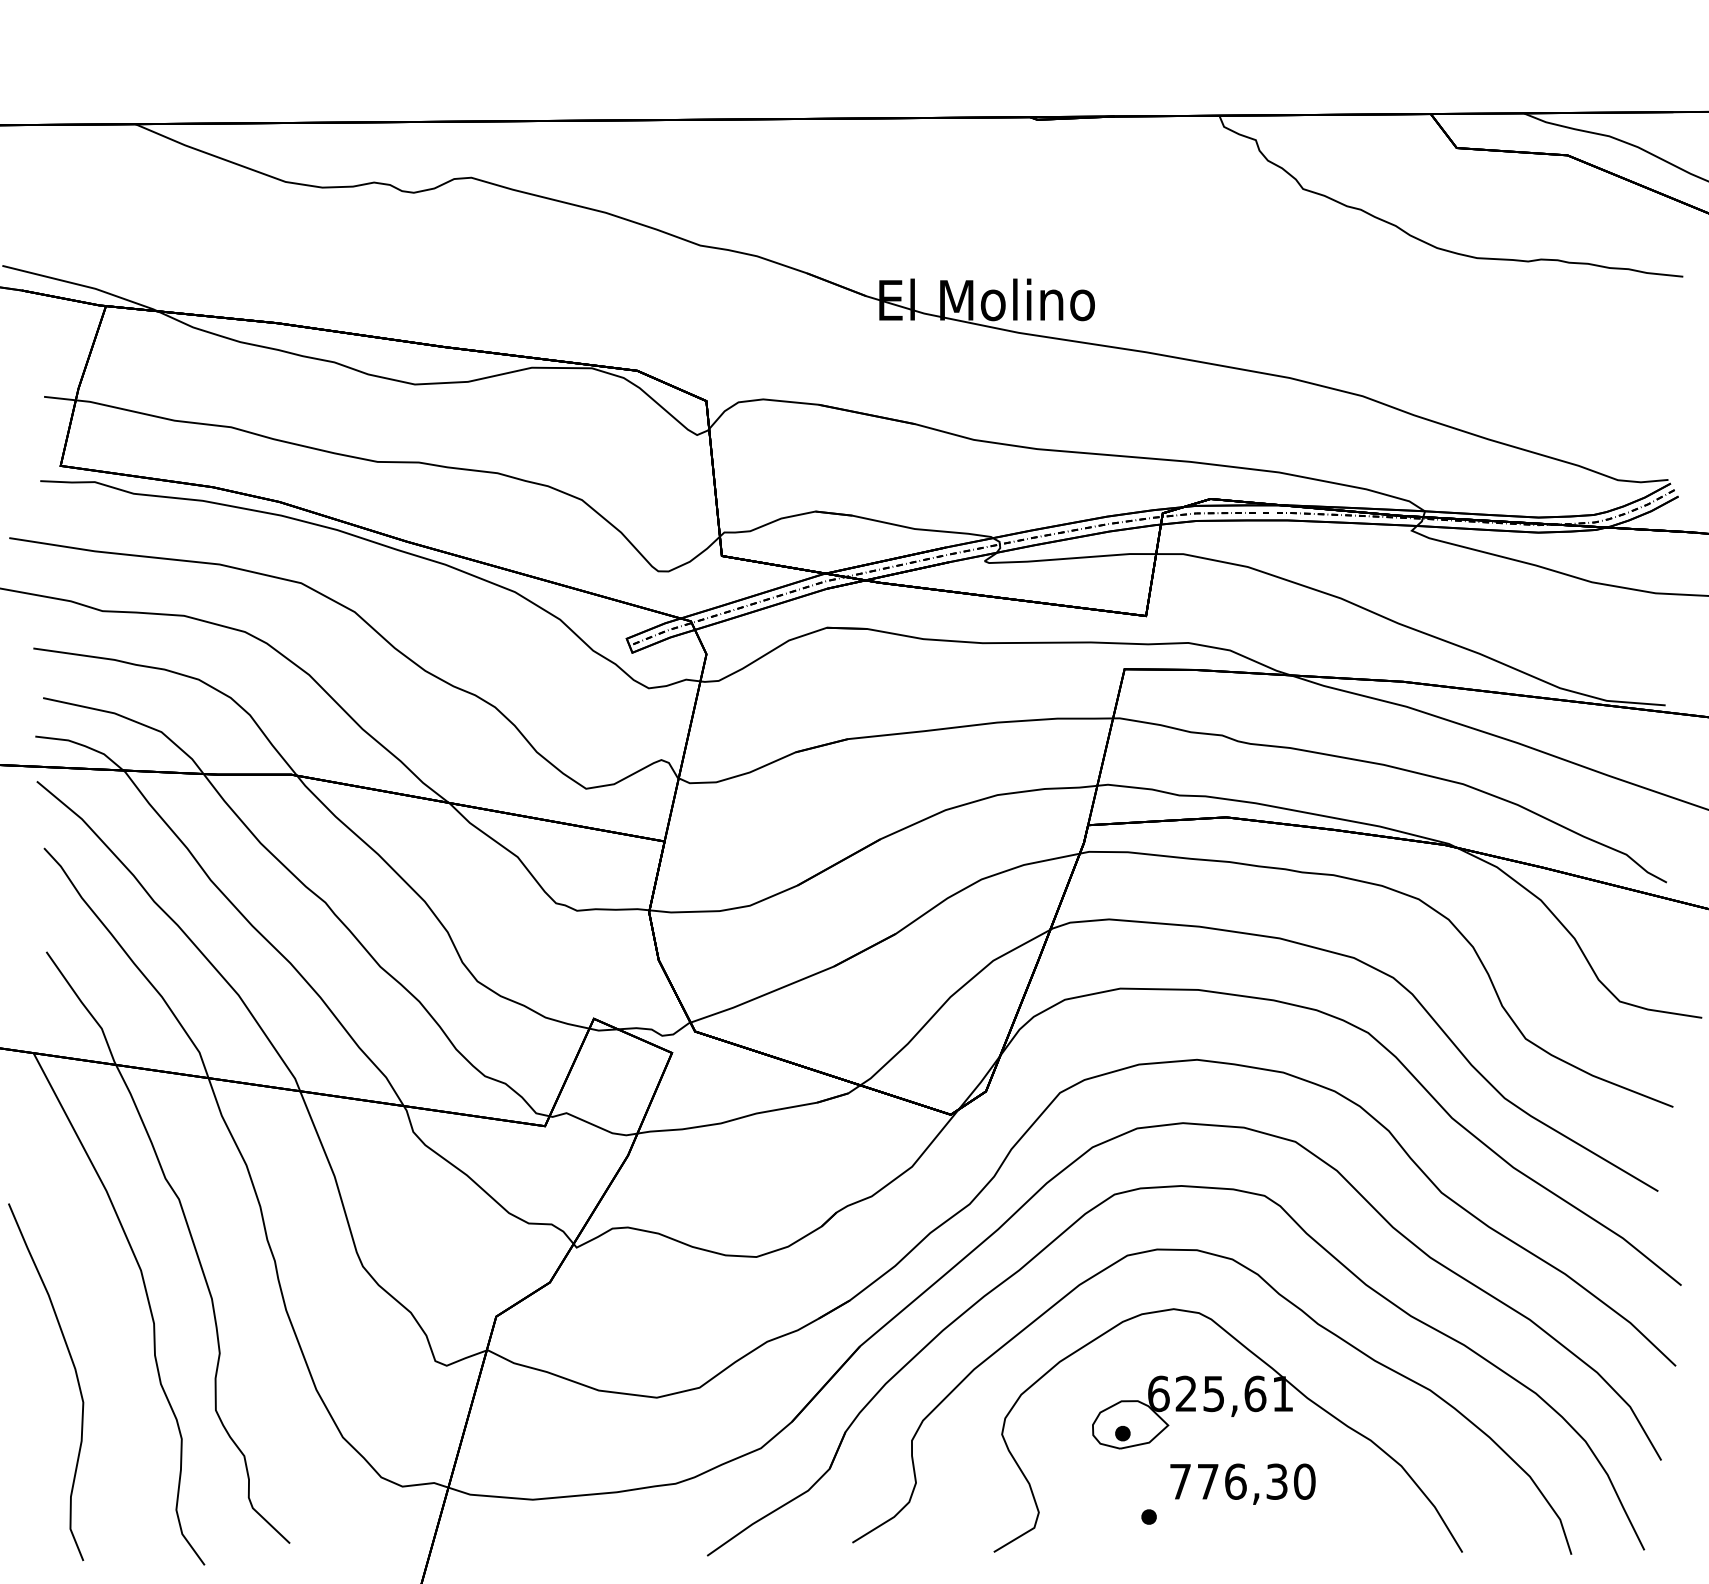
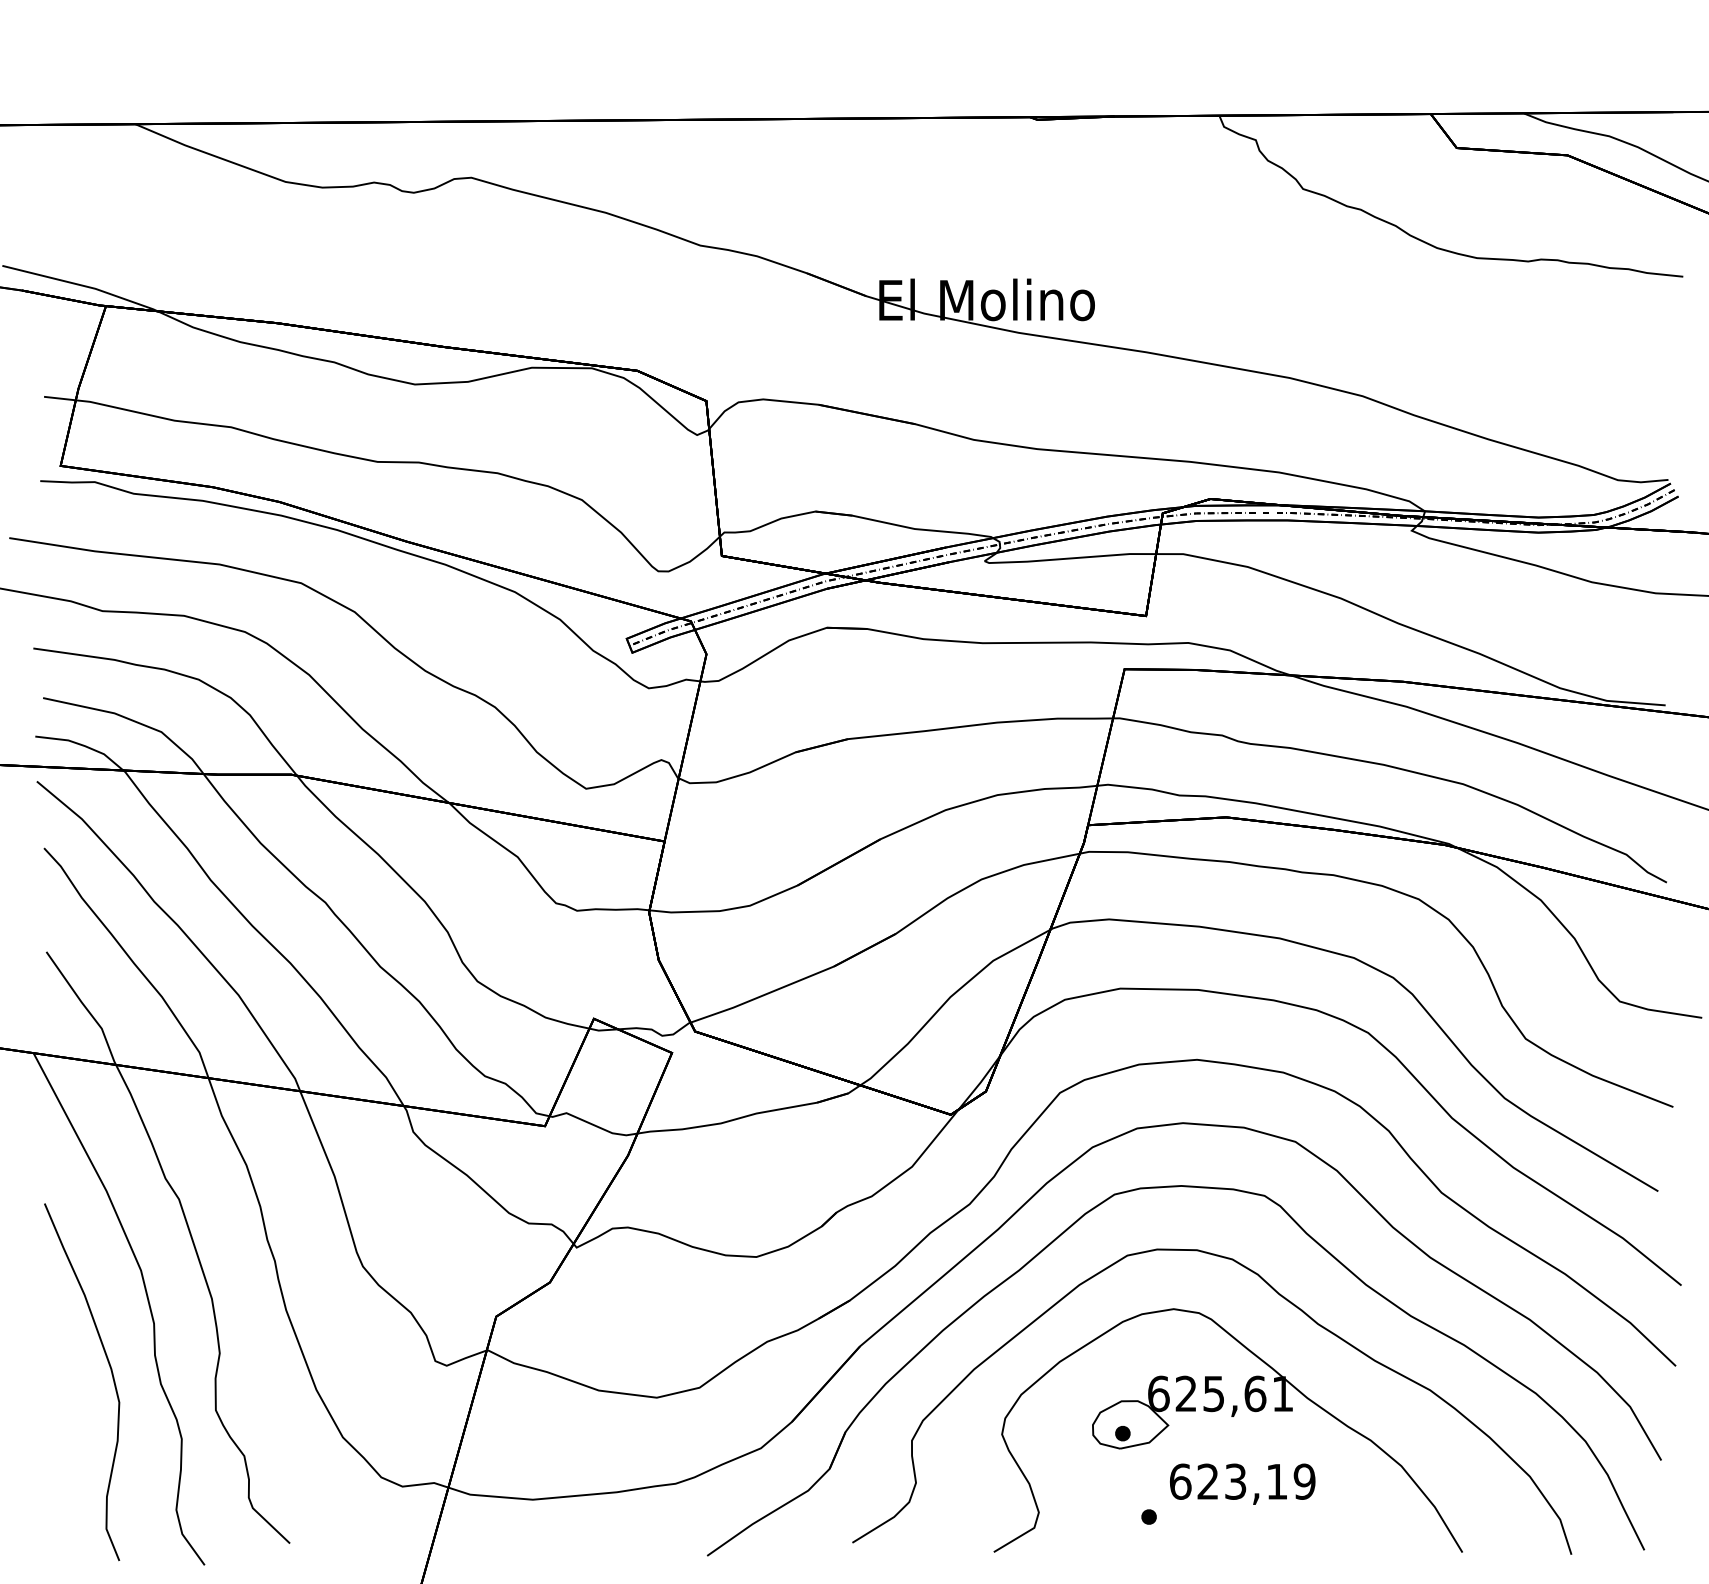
curve at (75, 1374) position: (75, 1374) -> (111, 1374)
text at (1242, 1481): 776,30 -> 623,19
